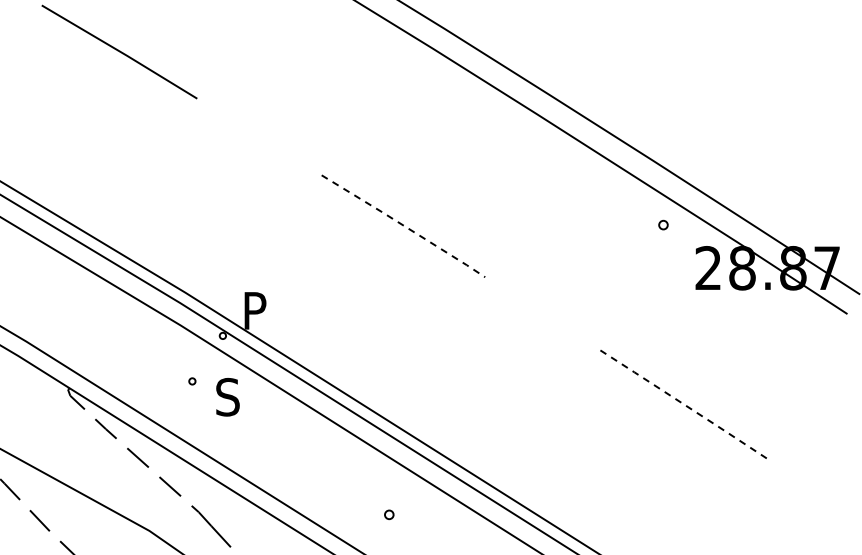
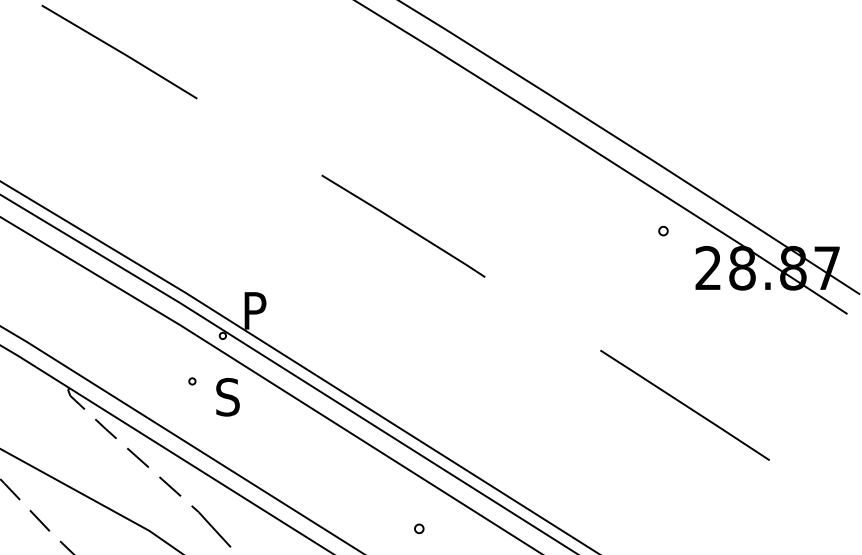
part at (663, 224) position: (663, 224) -> (663, 230)
line at (404, 225): dashed -> solid
line at (685, 405): dashed -> solid
part at (389, 514) position: (389, 514) -> (419, 528)
